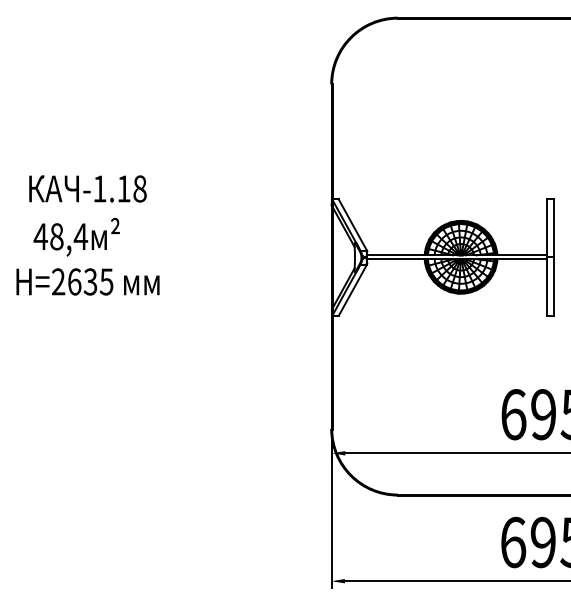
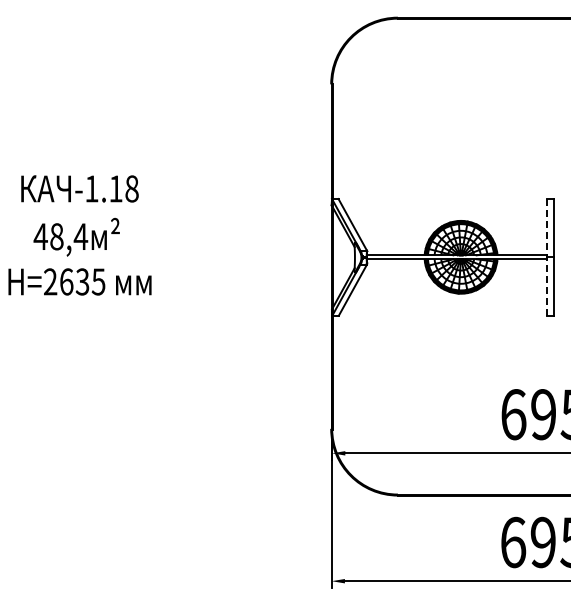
text at (87, 188) position: (87, 188) -> (79, 188)
line at (547, 257): solid -> dashed
text at (87, 281) position: (87, 281) -> (79, 281)
